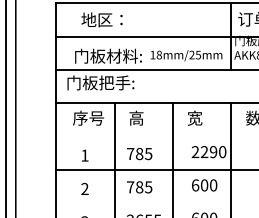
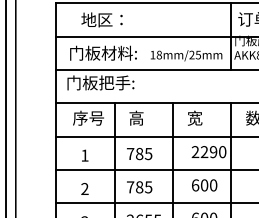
text at (108, 55) position: (108, 55) -> (103, 52)
line at (155, 136): none -> present
line at (155, 203): none -> present
